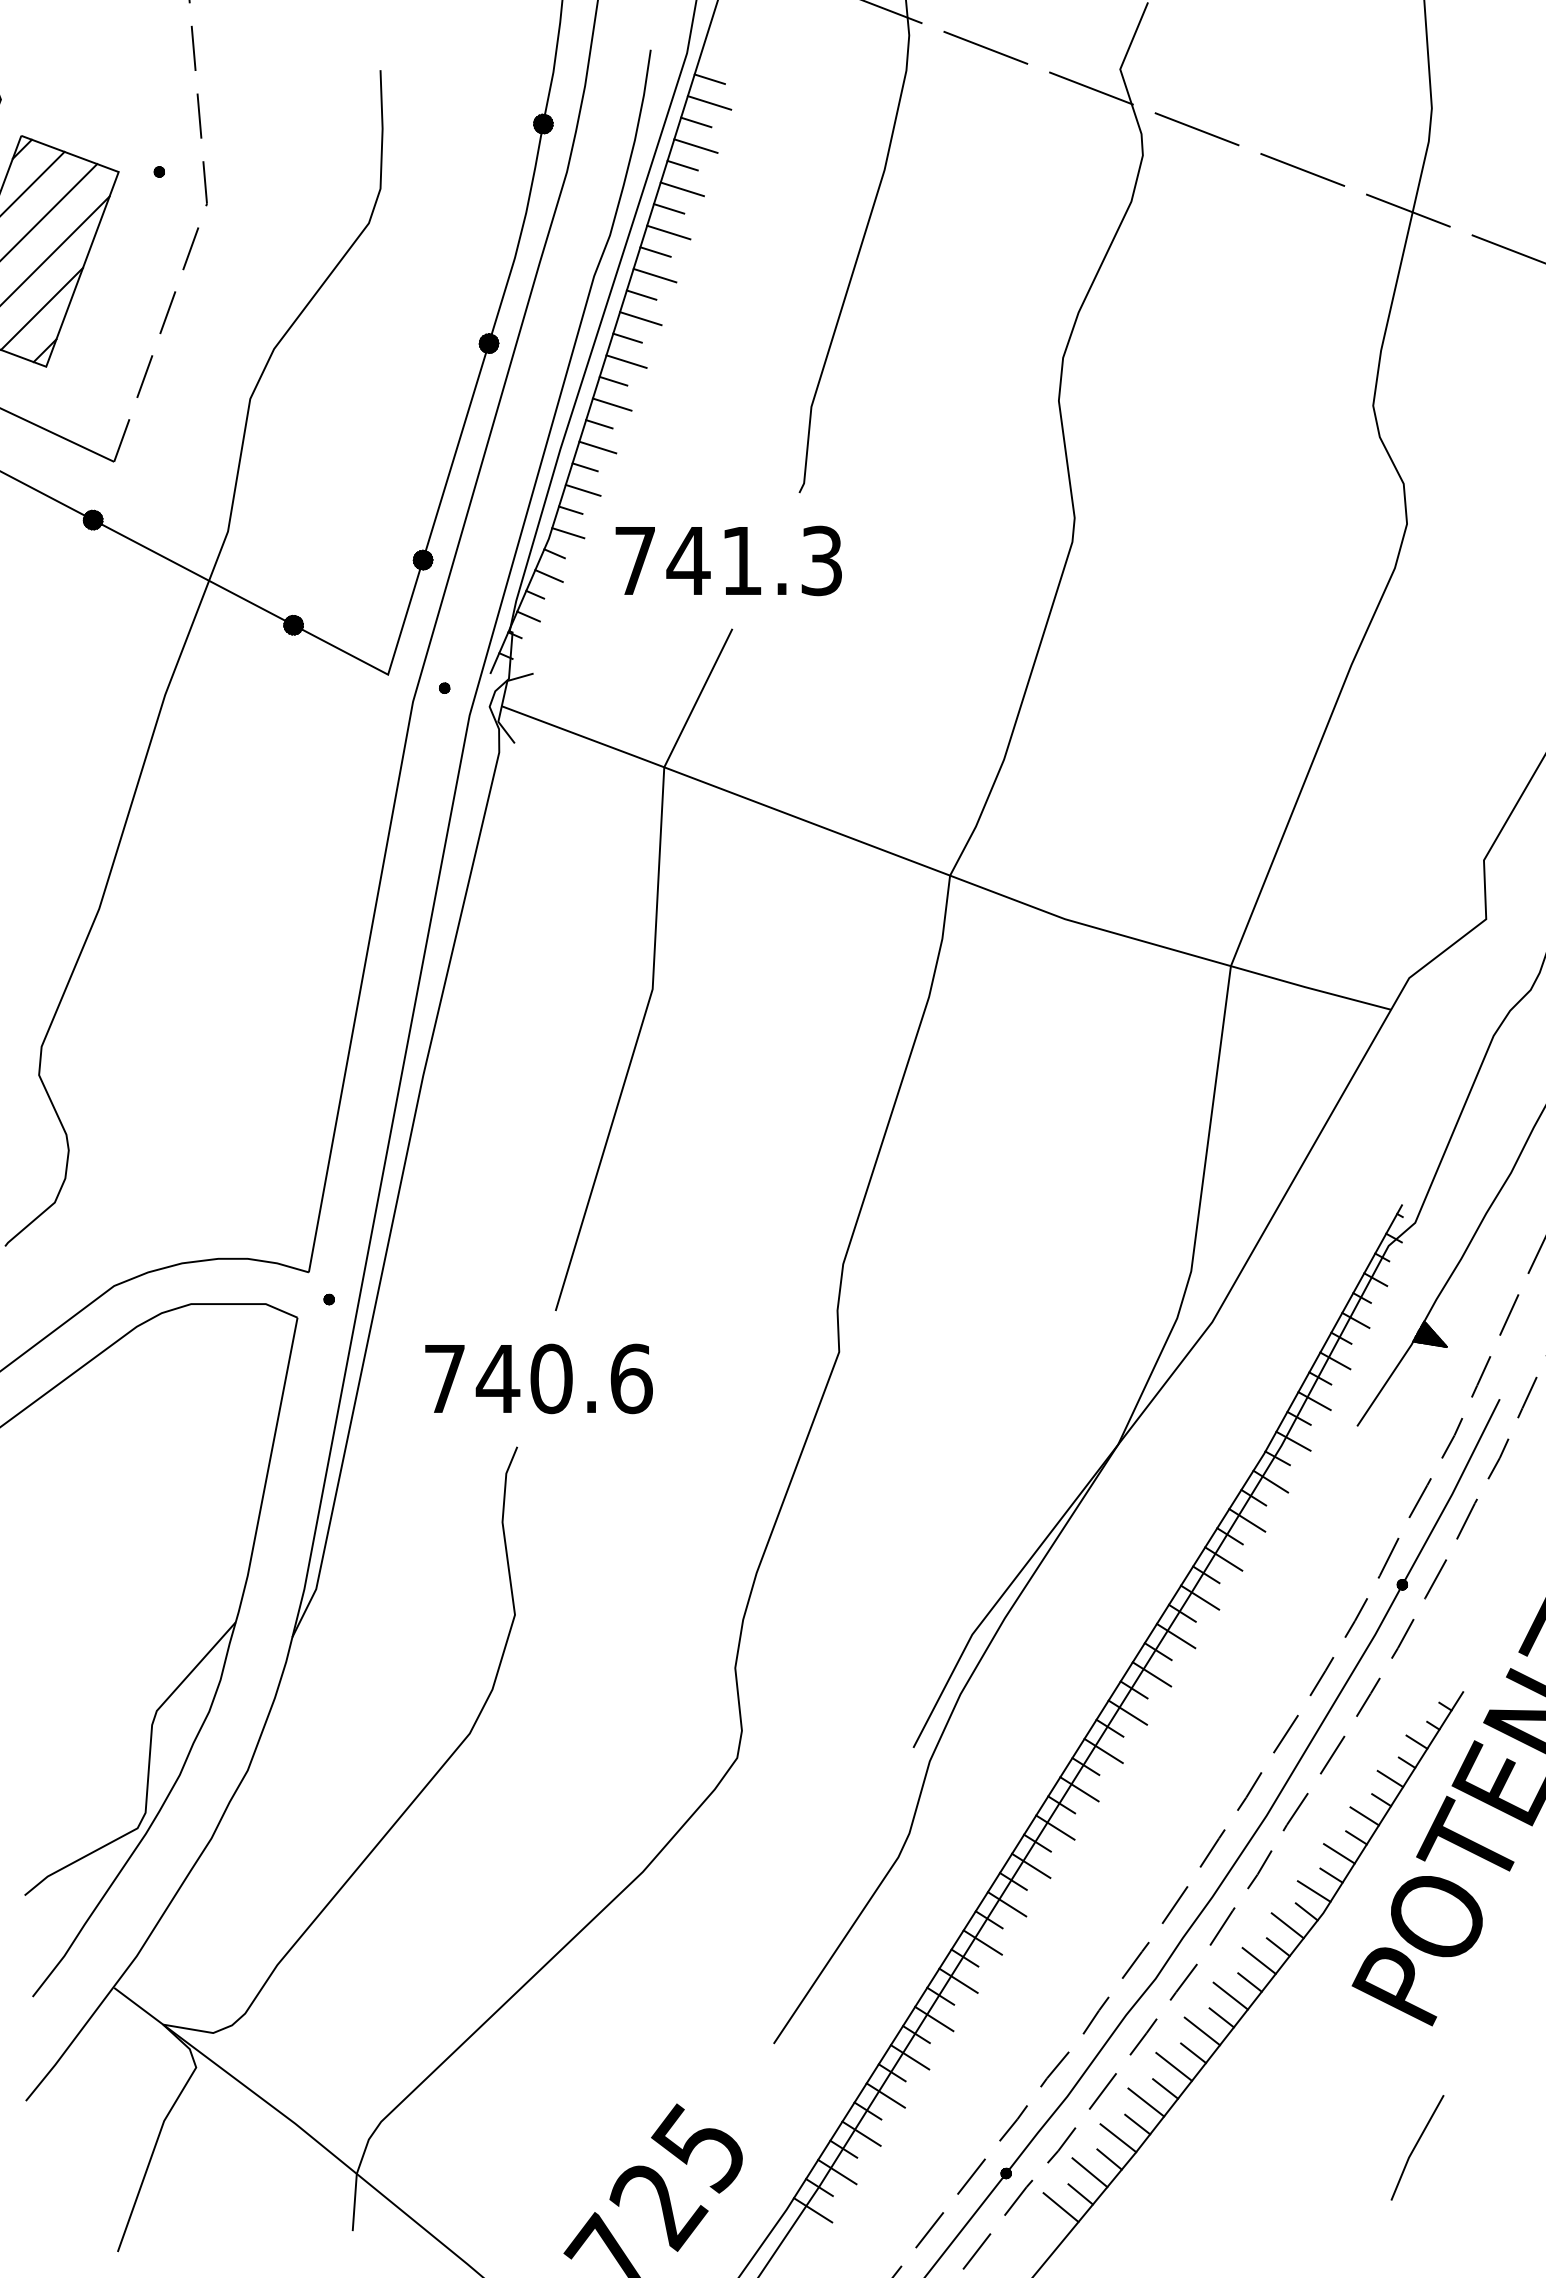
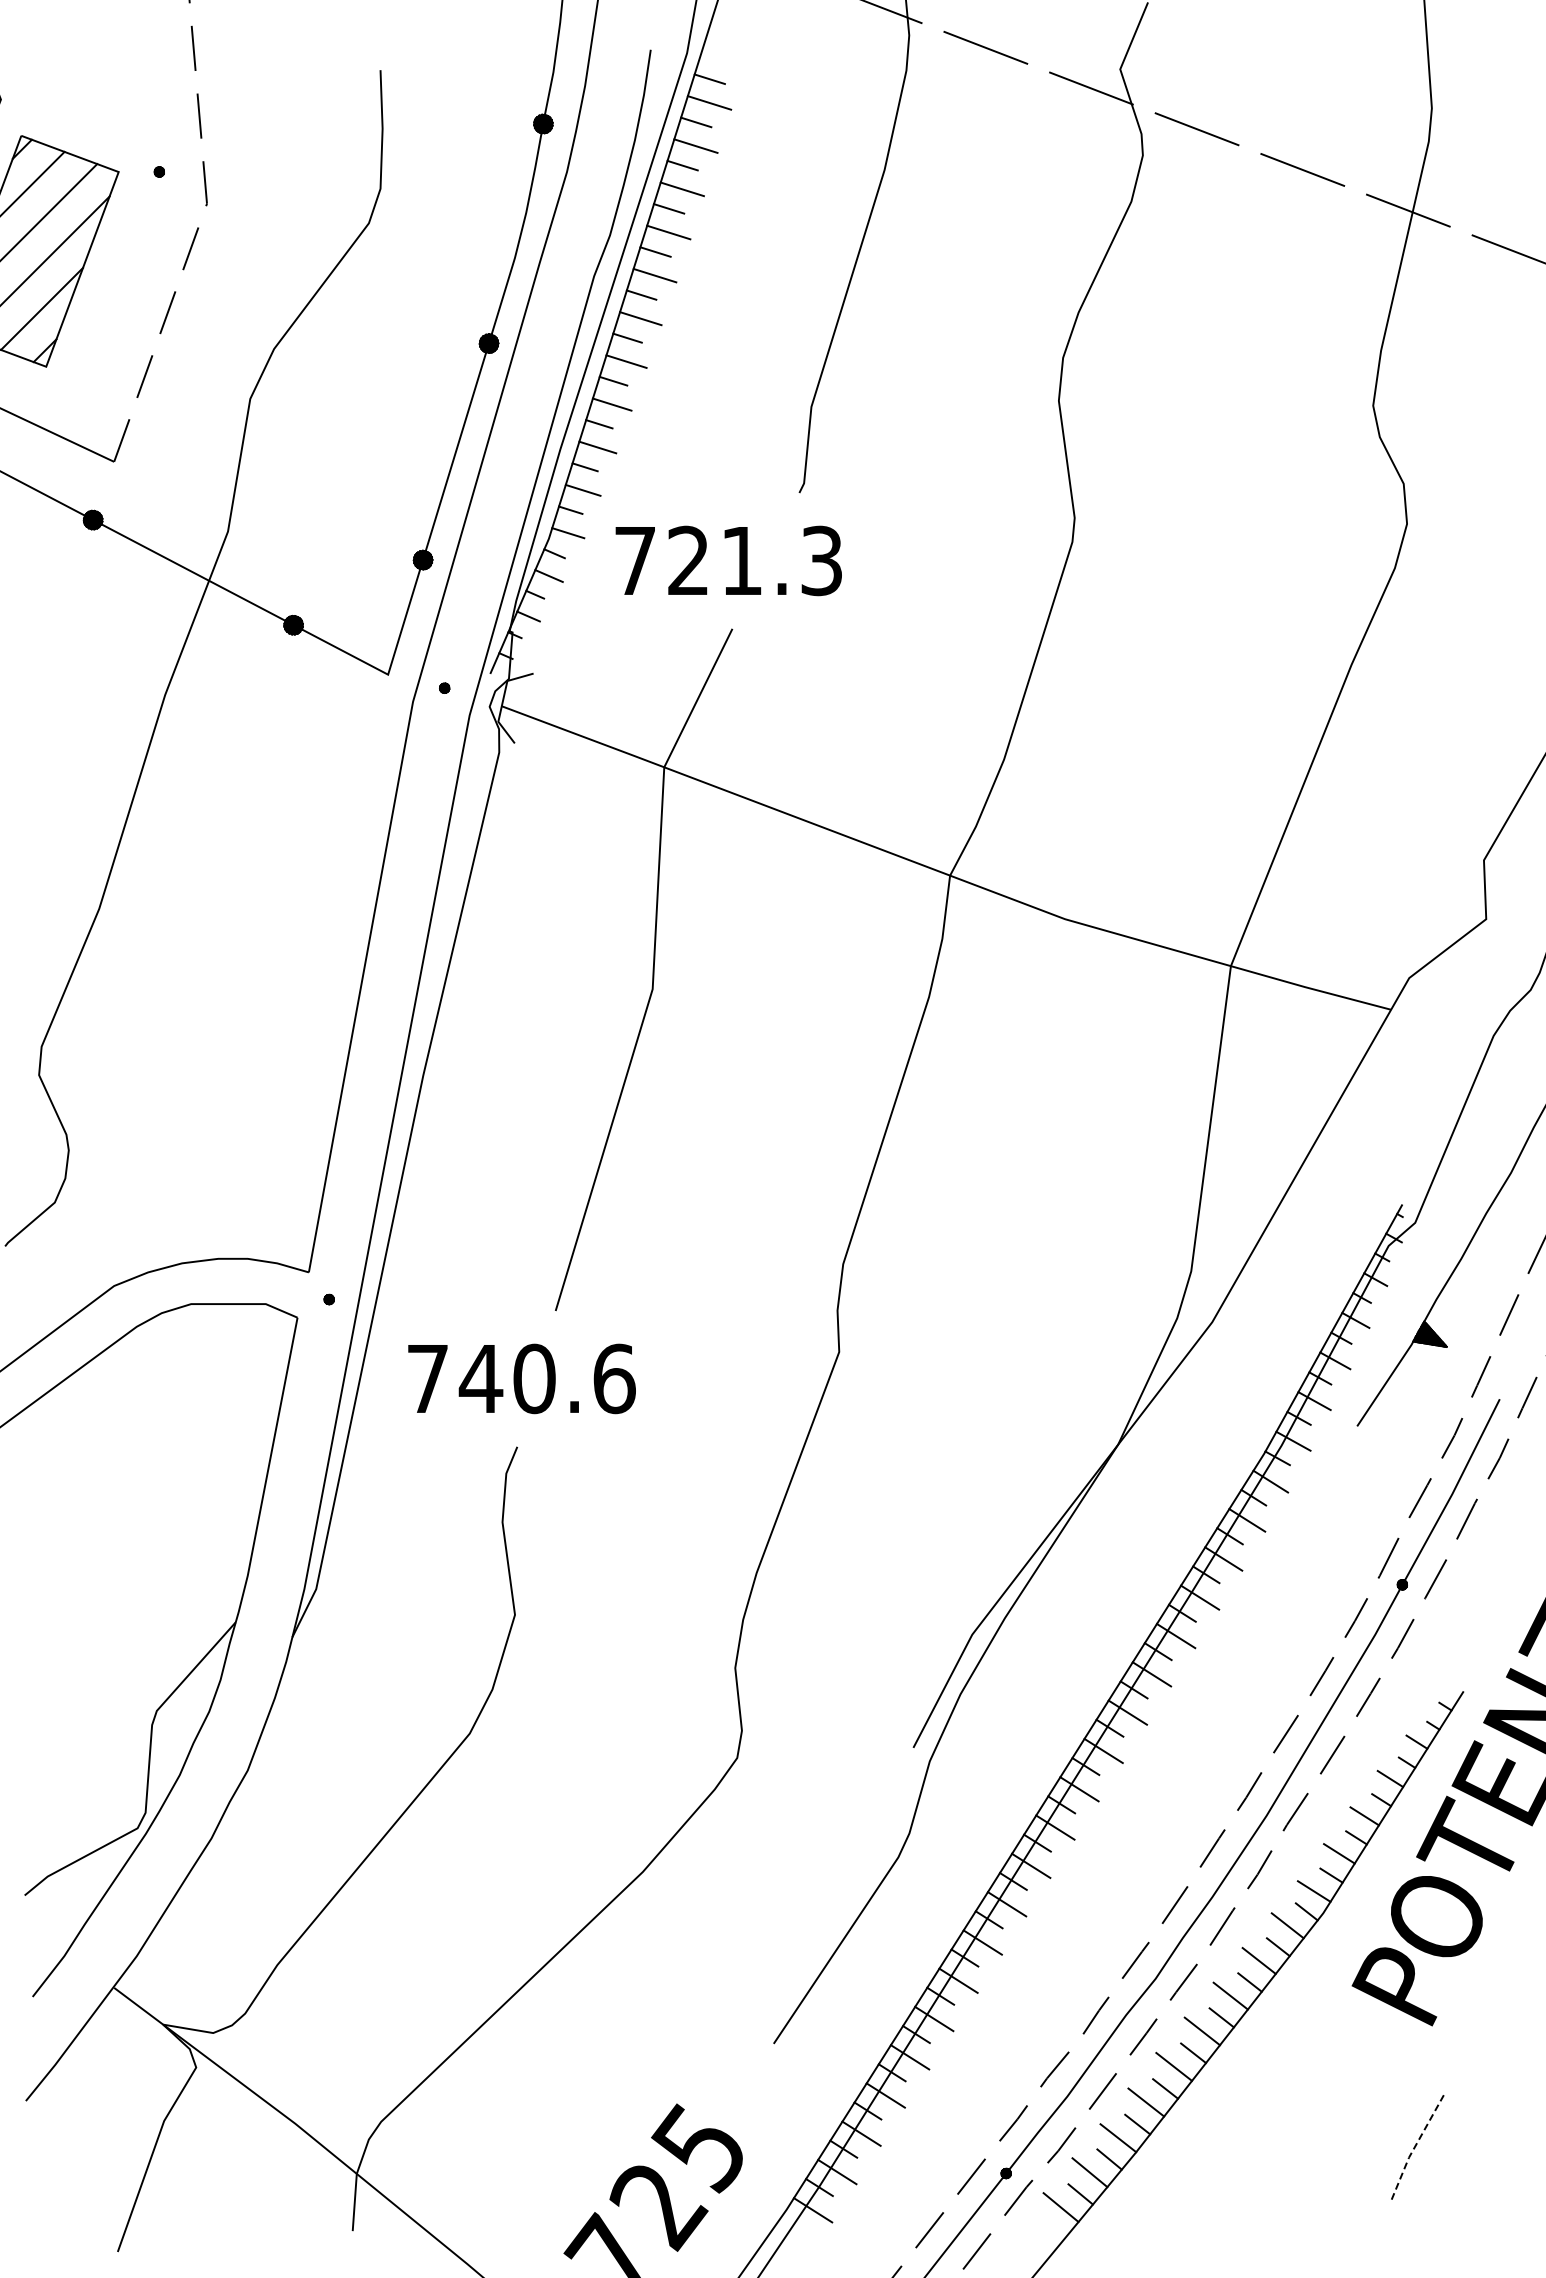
text at (688, 559): 741.3 -> 721.3
text at (538, 1378) position: (538, 1378) -> (521, 1378)
line at (1414, 2147): solid -> dashed
